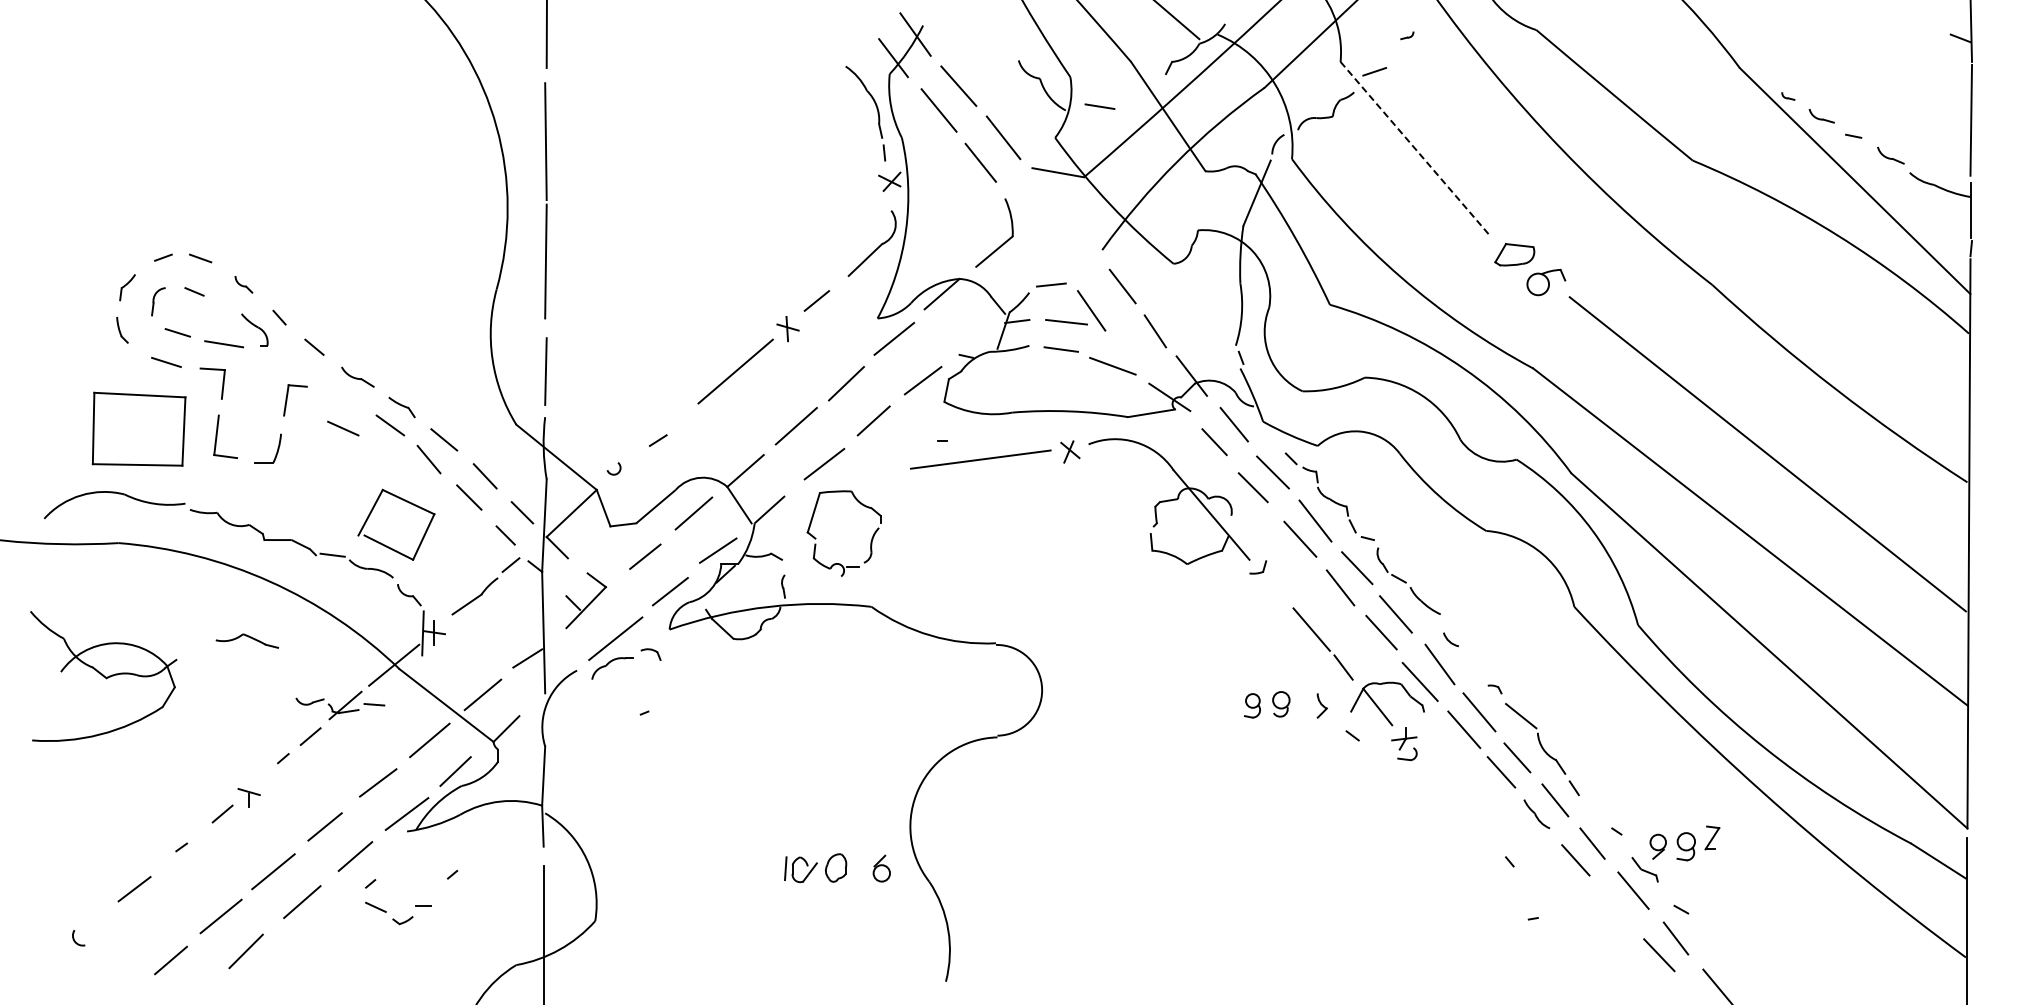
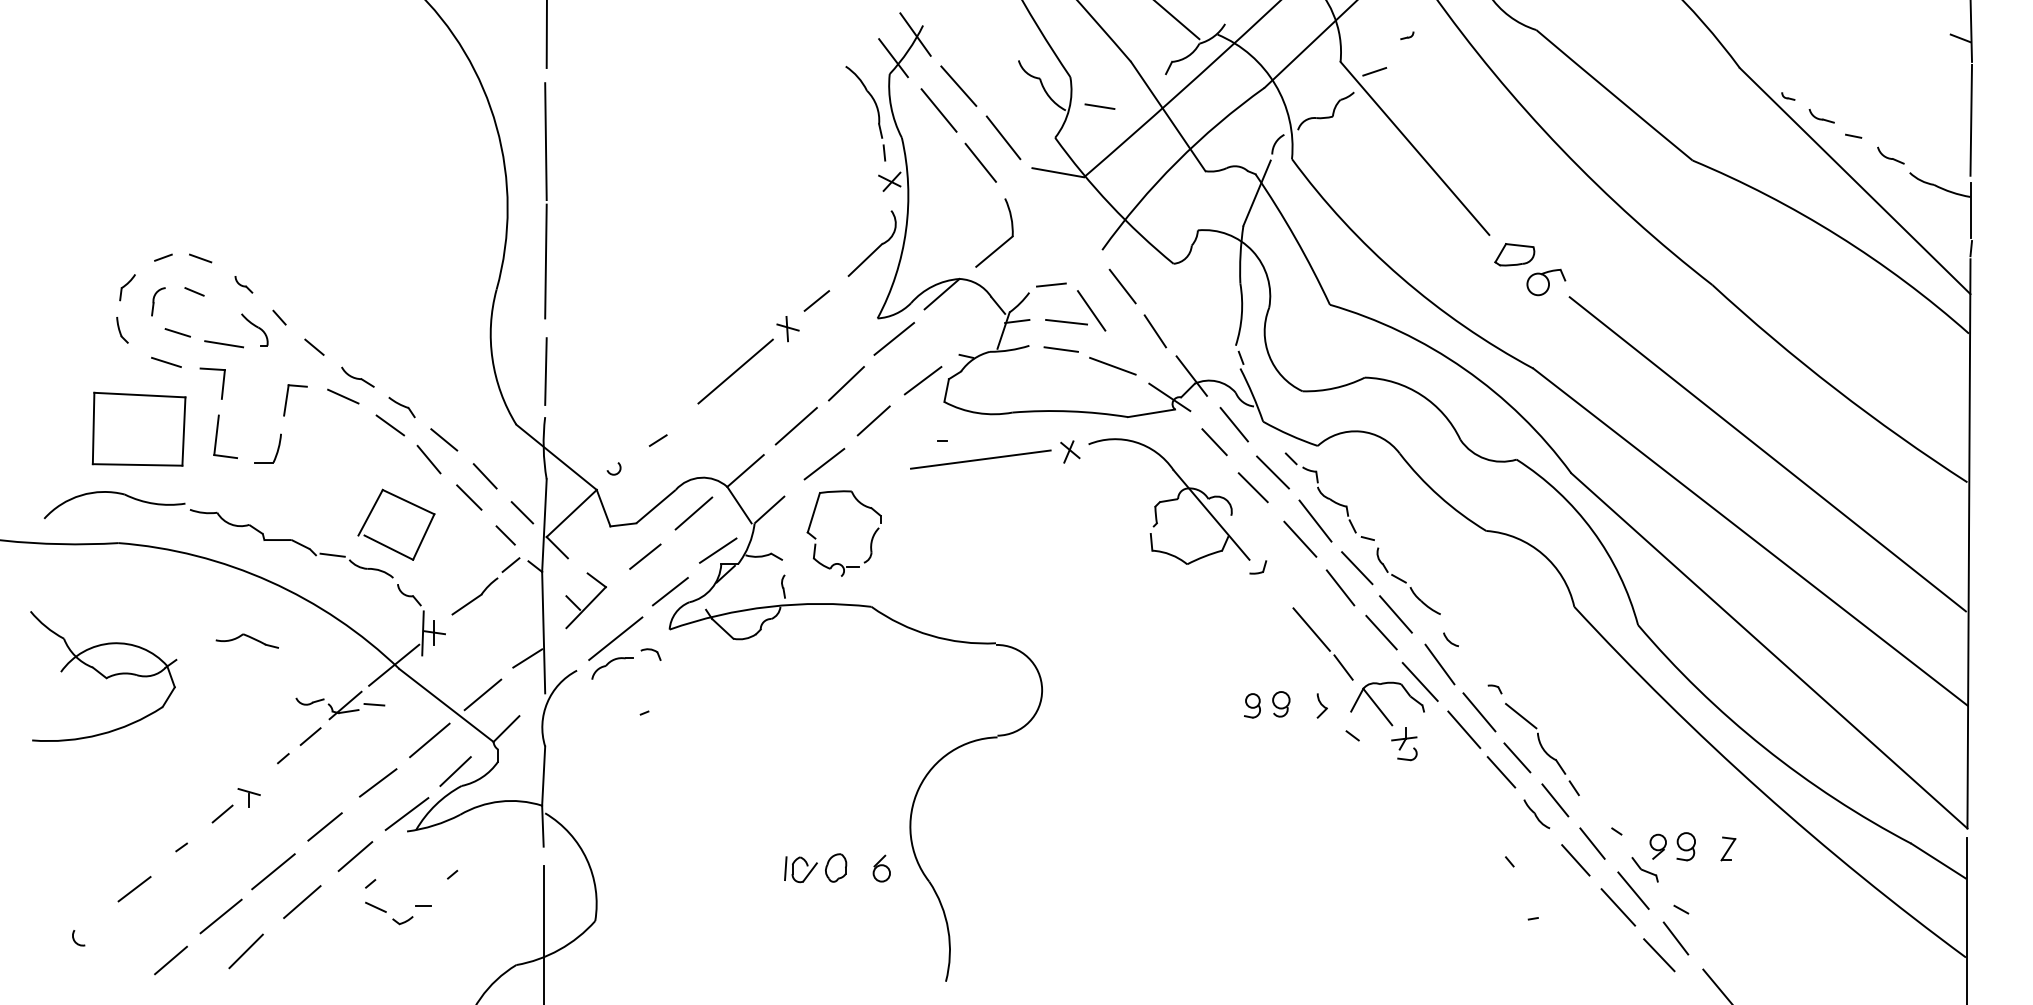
line at (1415, 148): dashed -> solid
line at (343, 428) position: (343, 428) -> (343, 396)
part at (1712, 837) position: (1712, 837) -> (1728, 848)
line at (1618, 907): none -> present
